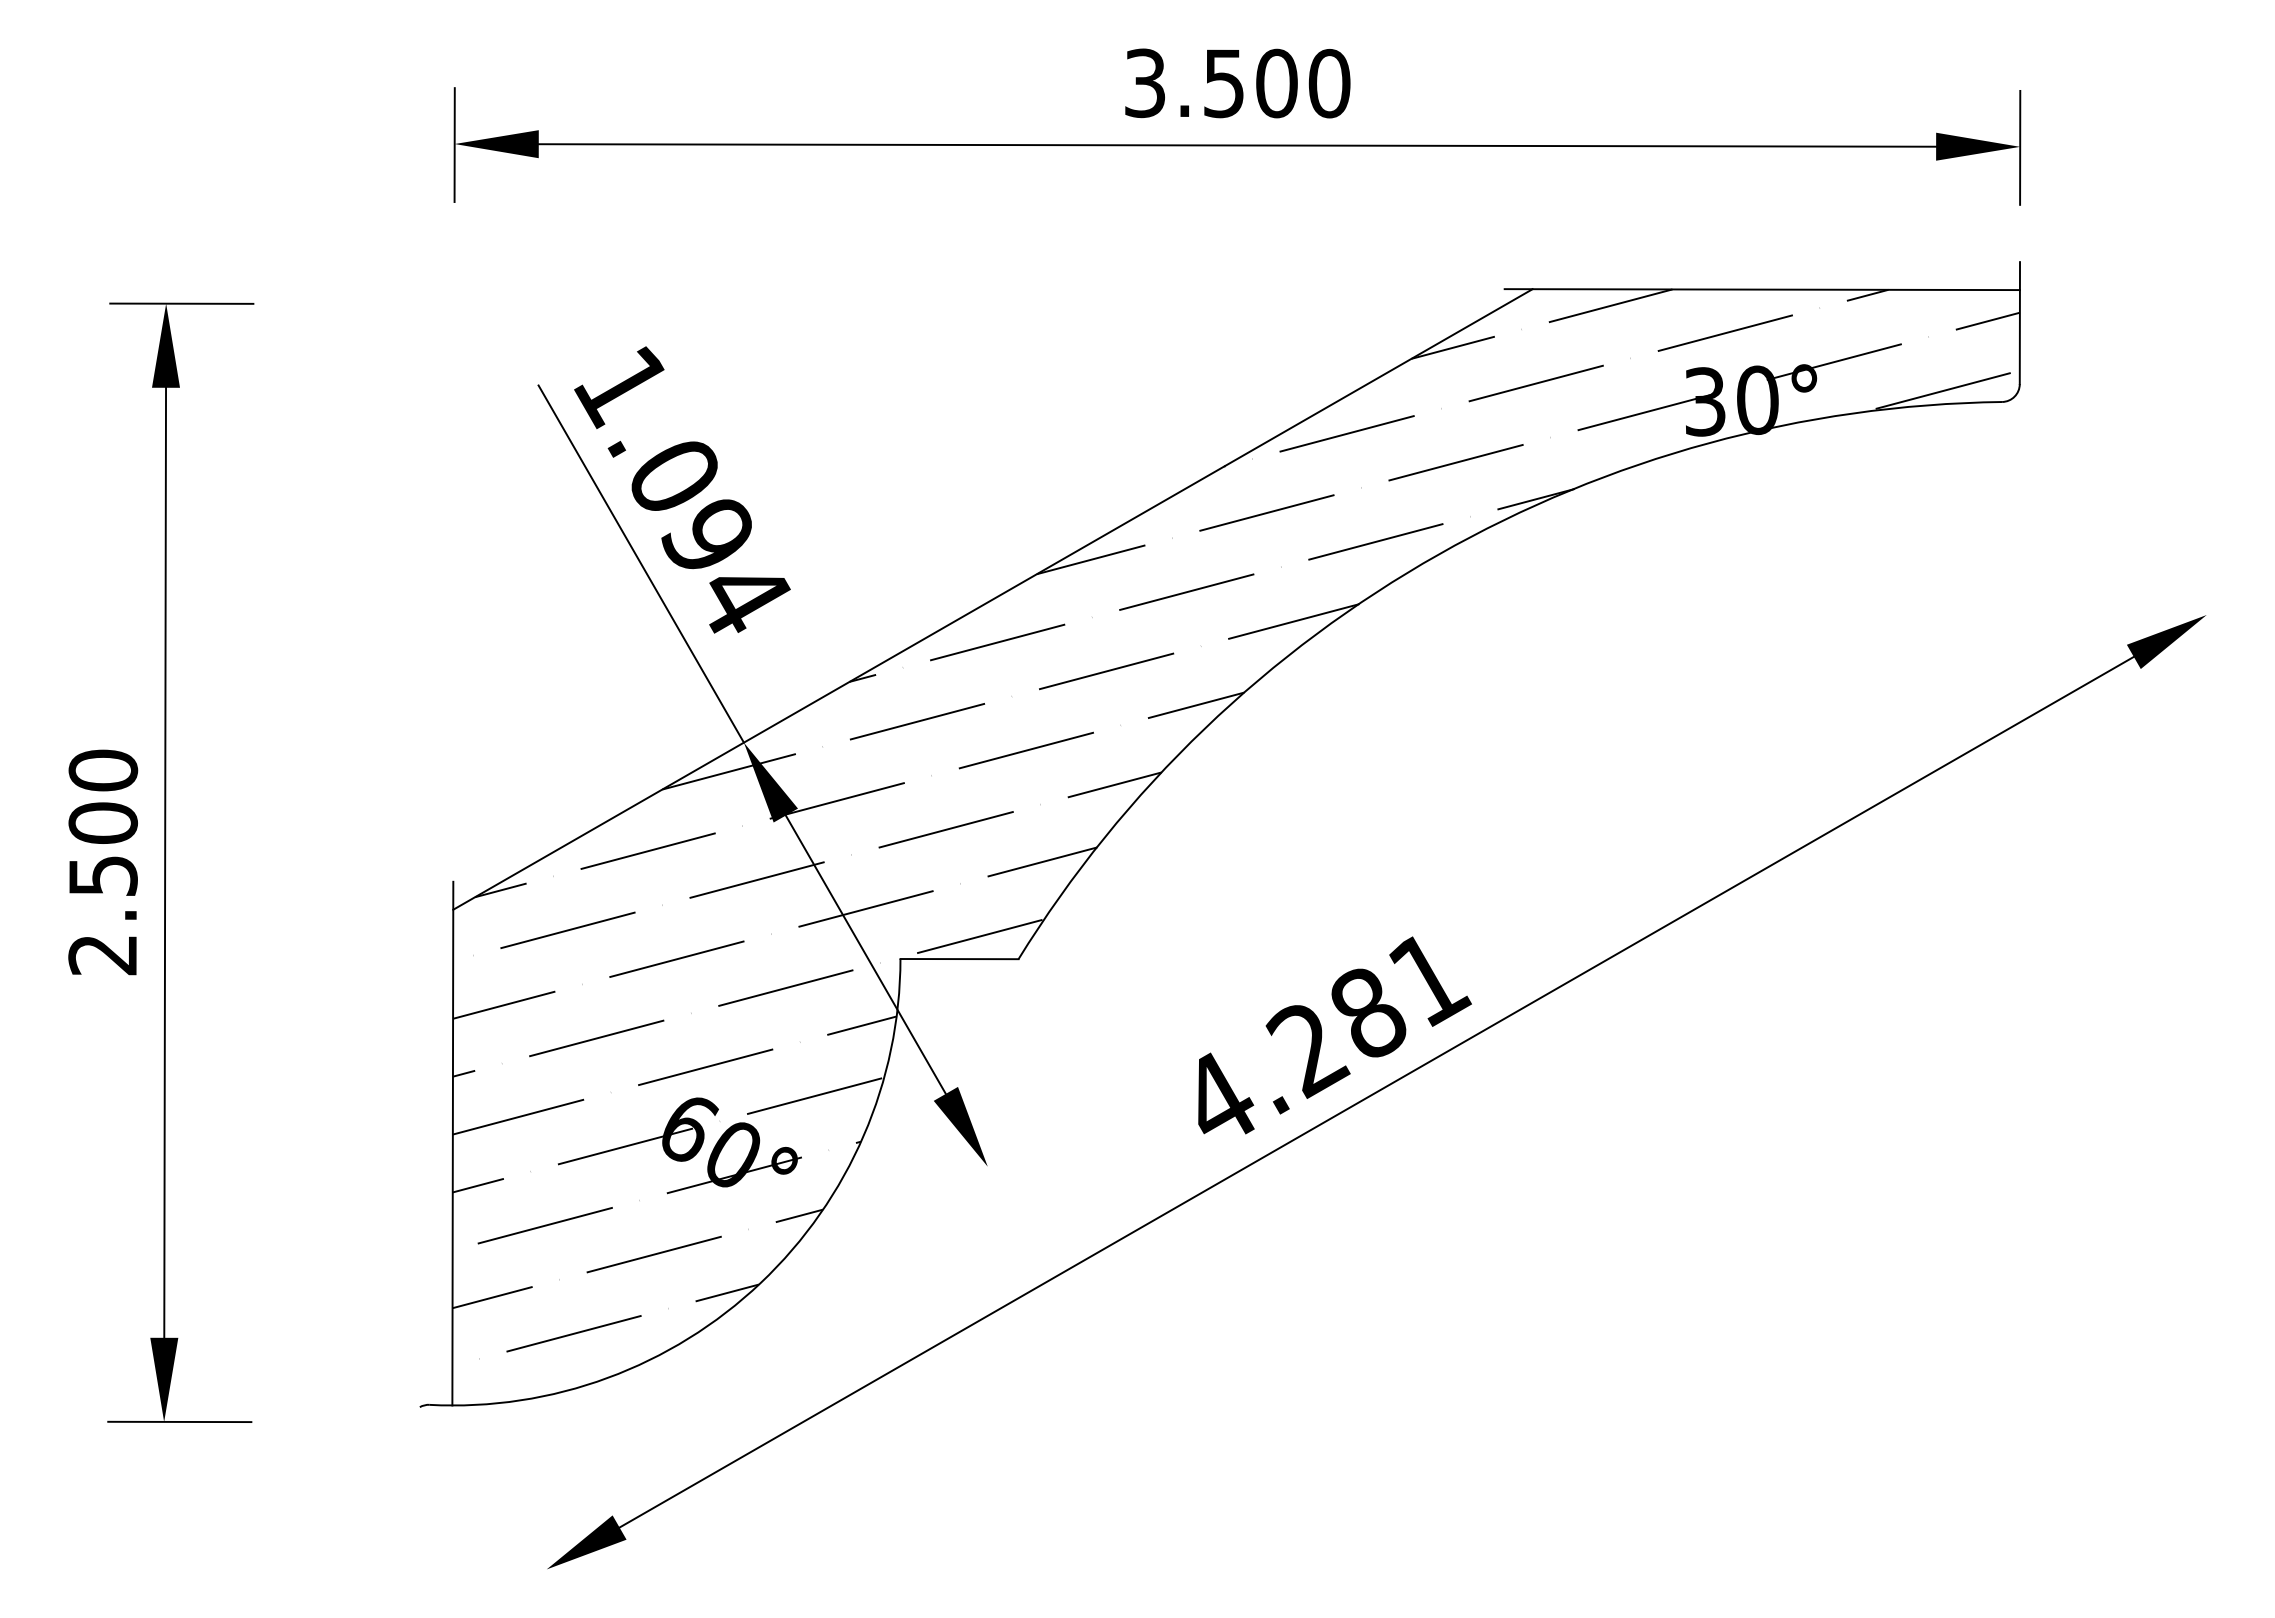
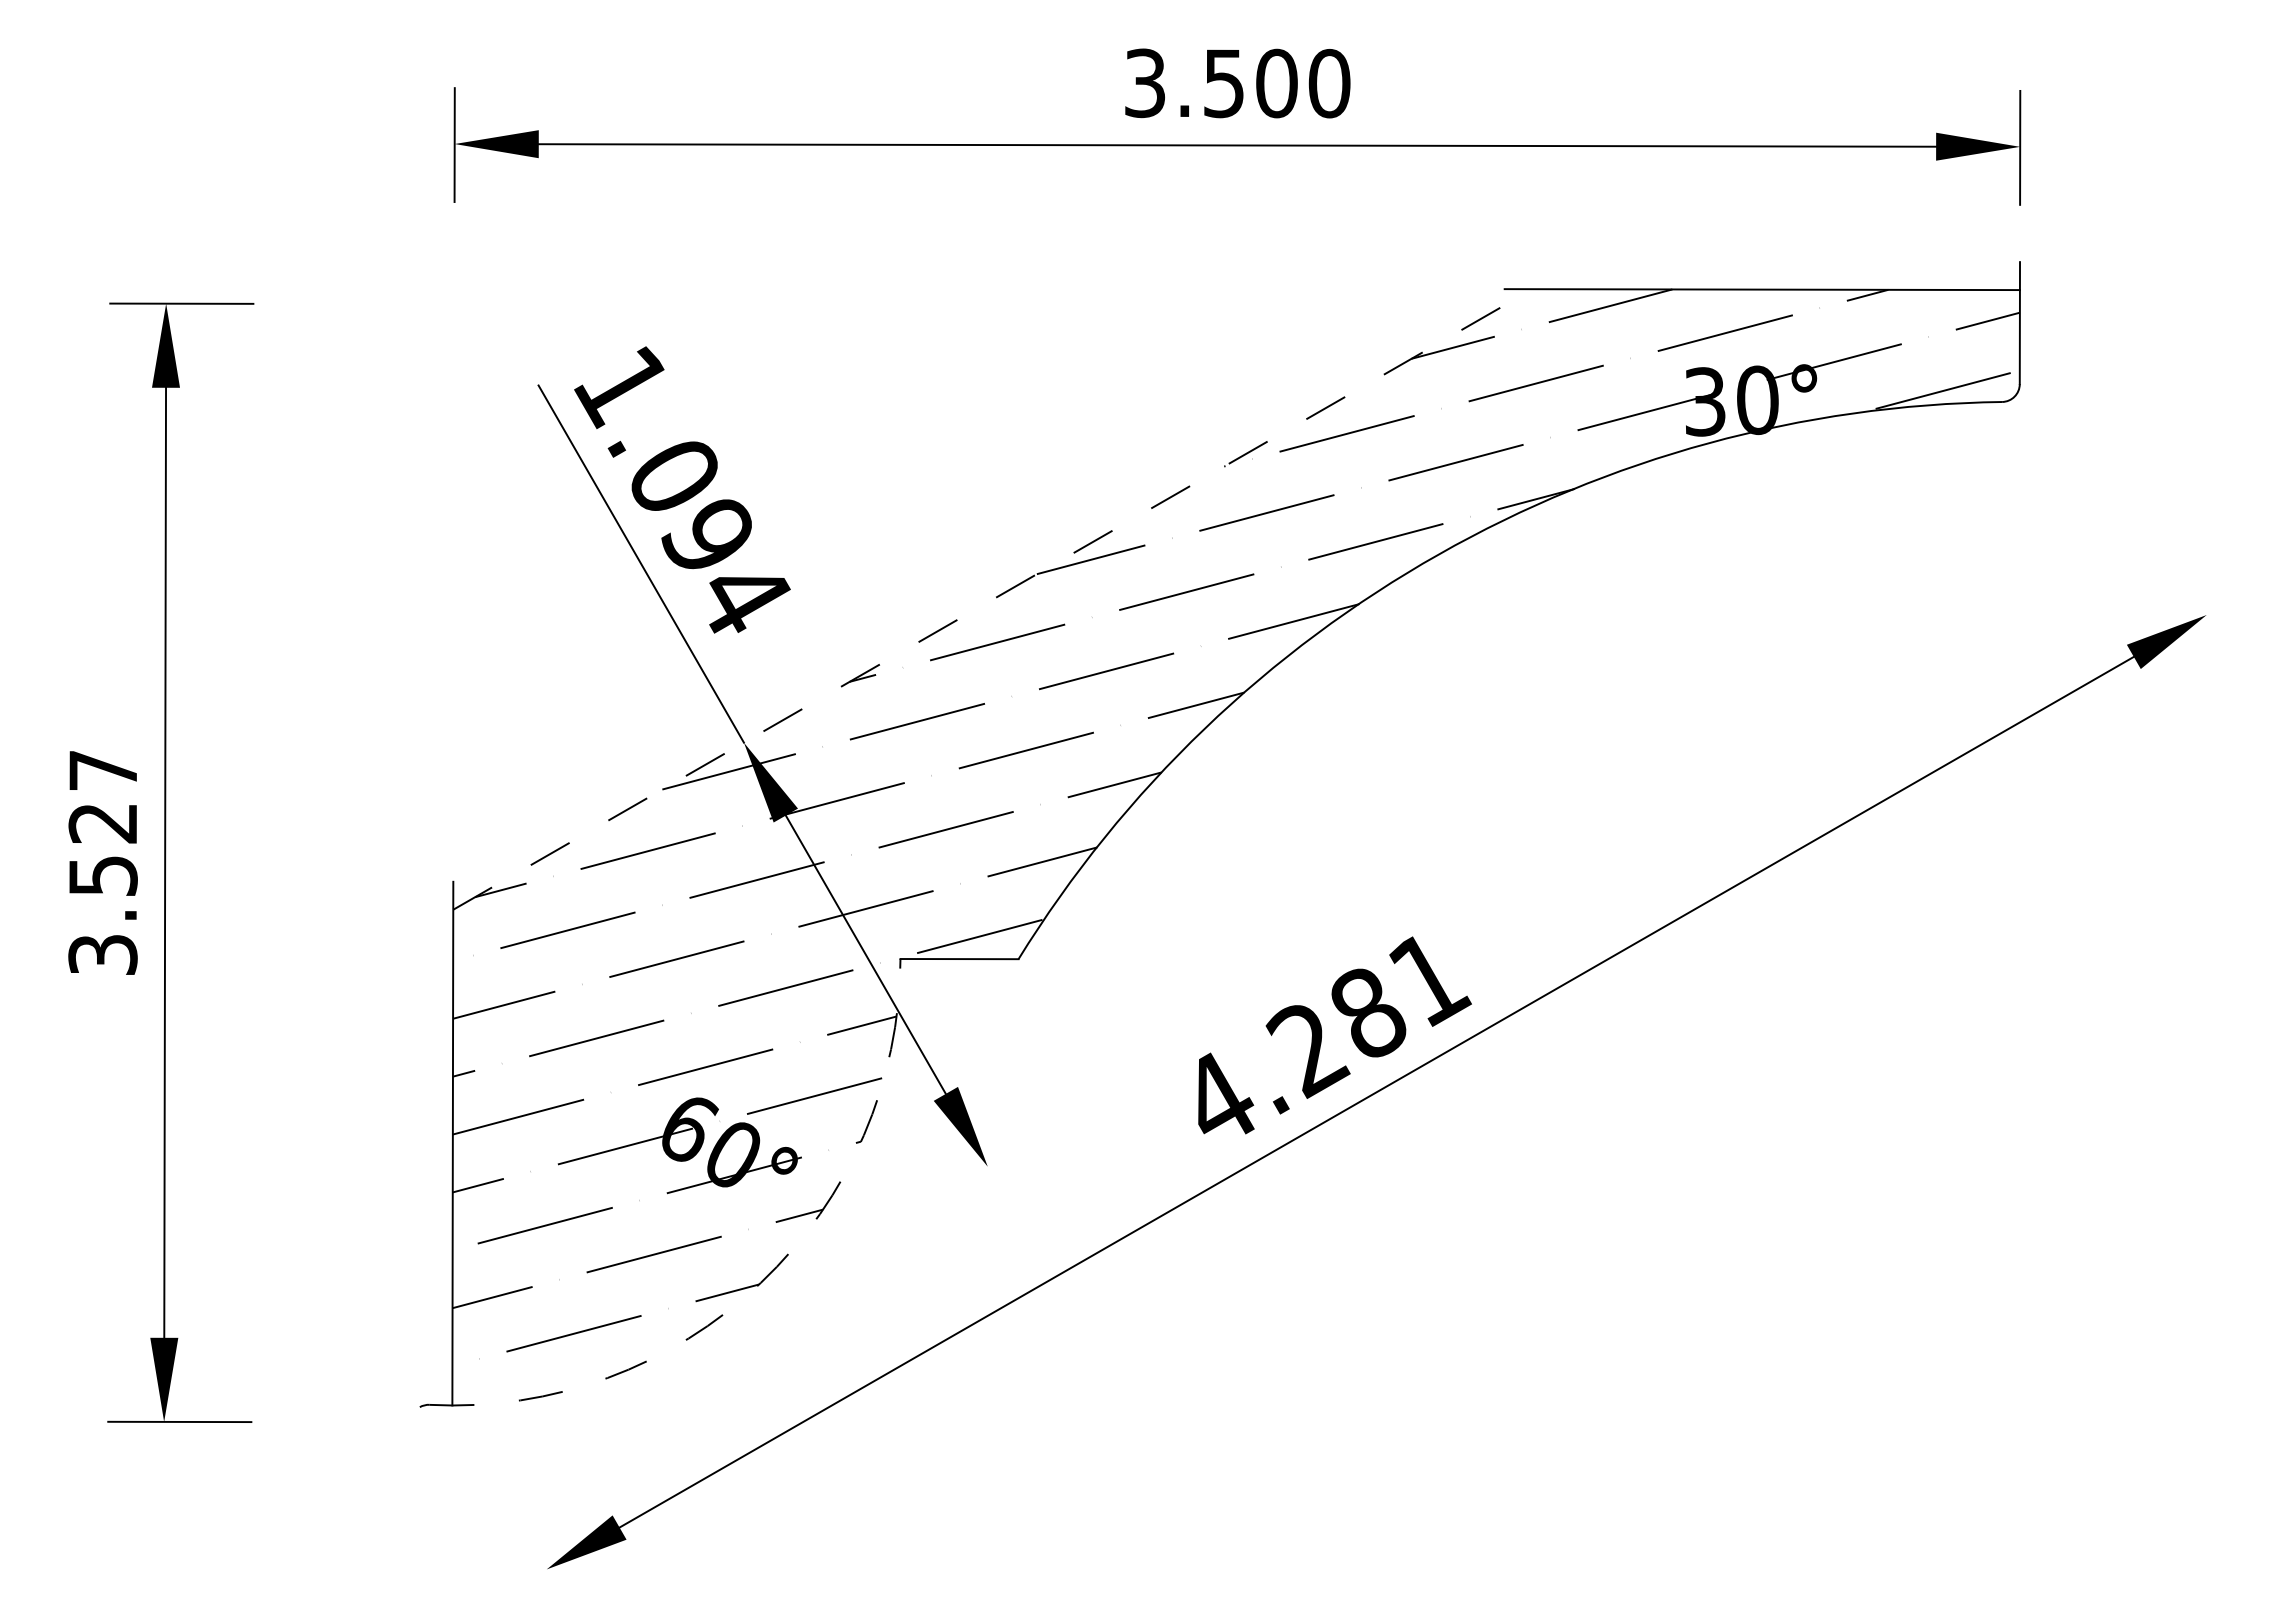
line at (992, 599): solid -> dashed
text at (103, 862): 2.500 -> 3.527
arc at (760, 1282): solid -> dashed
